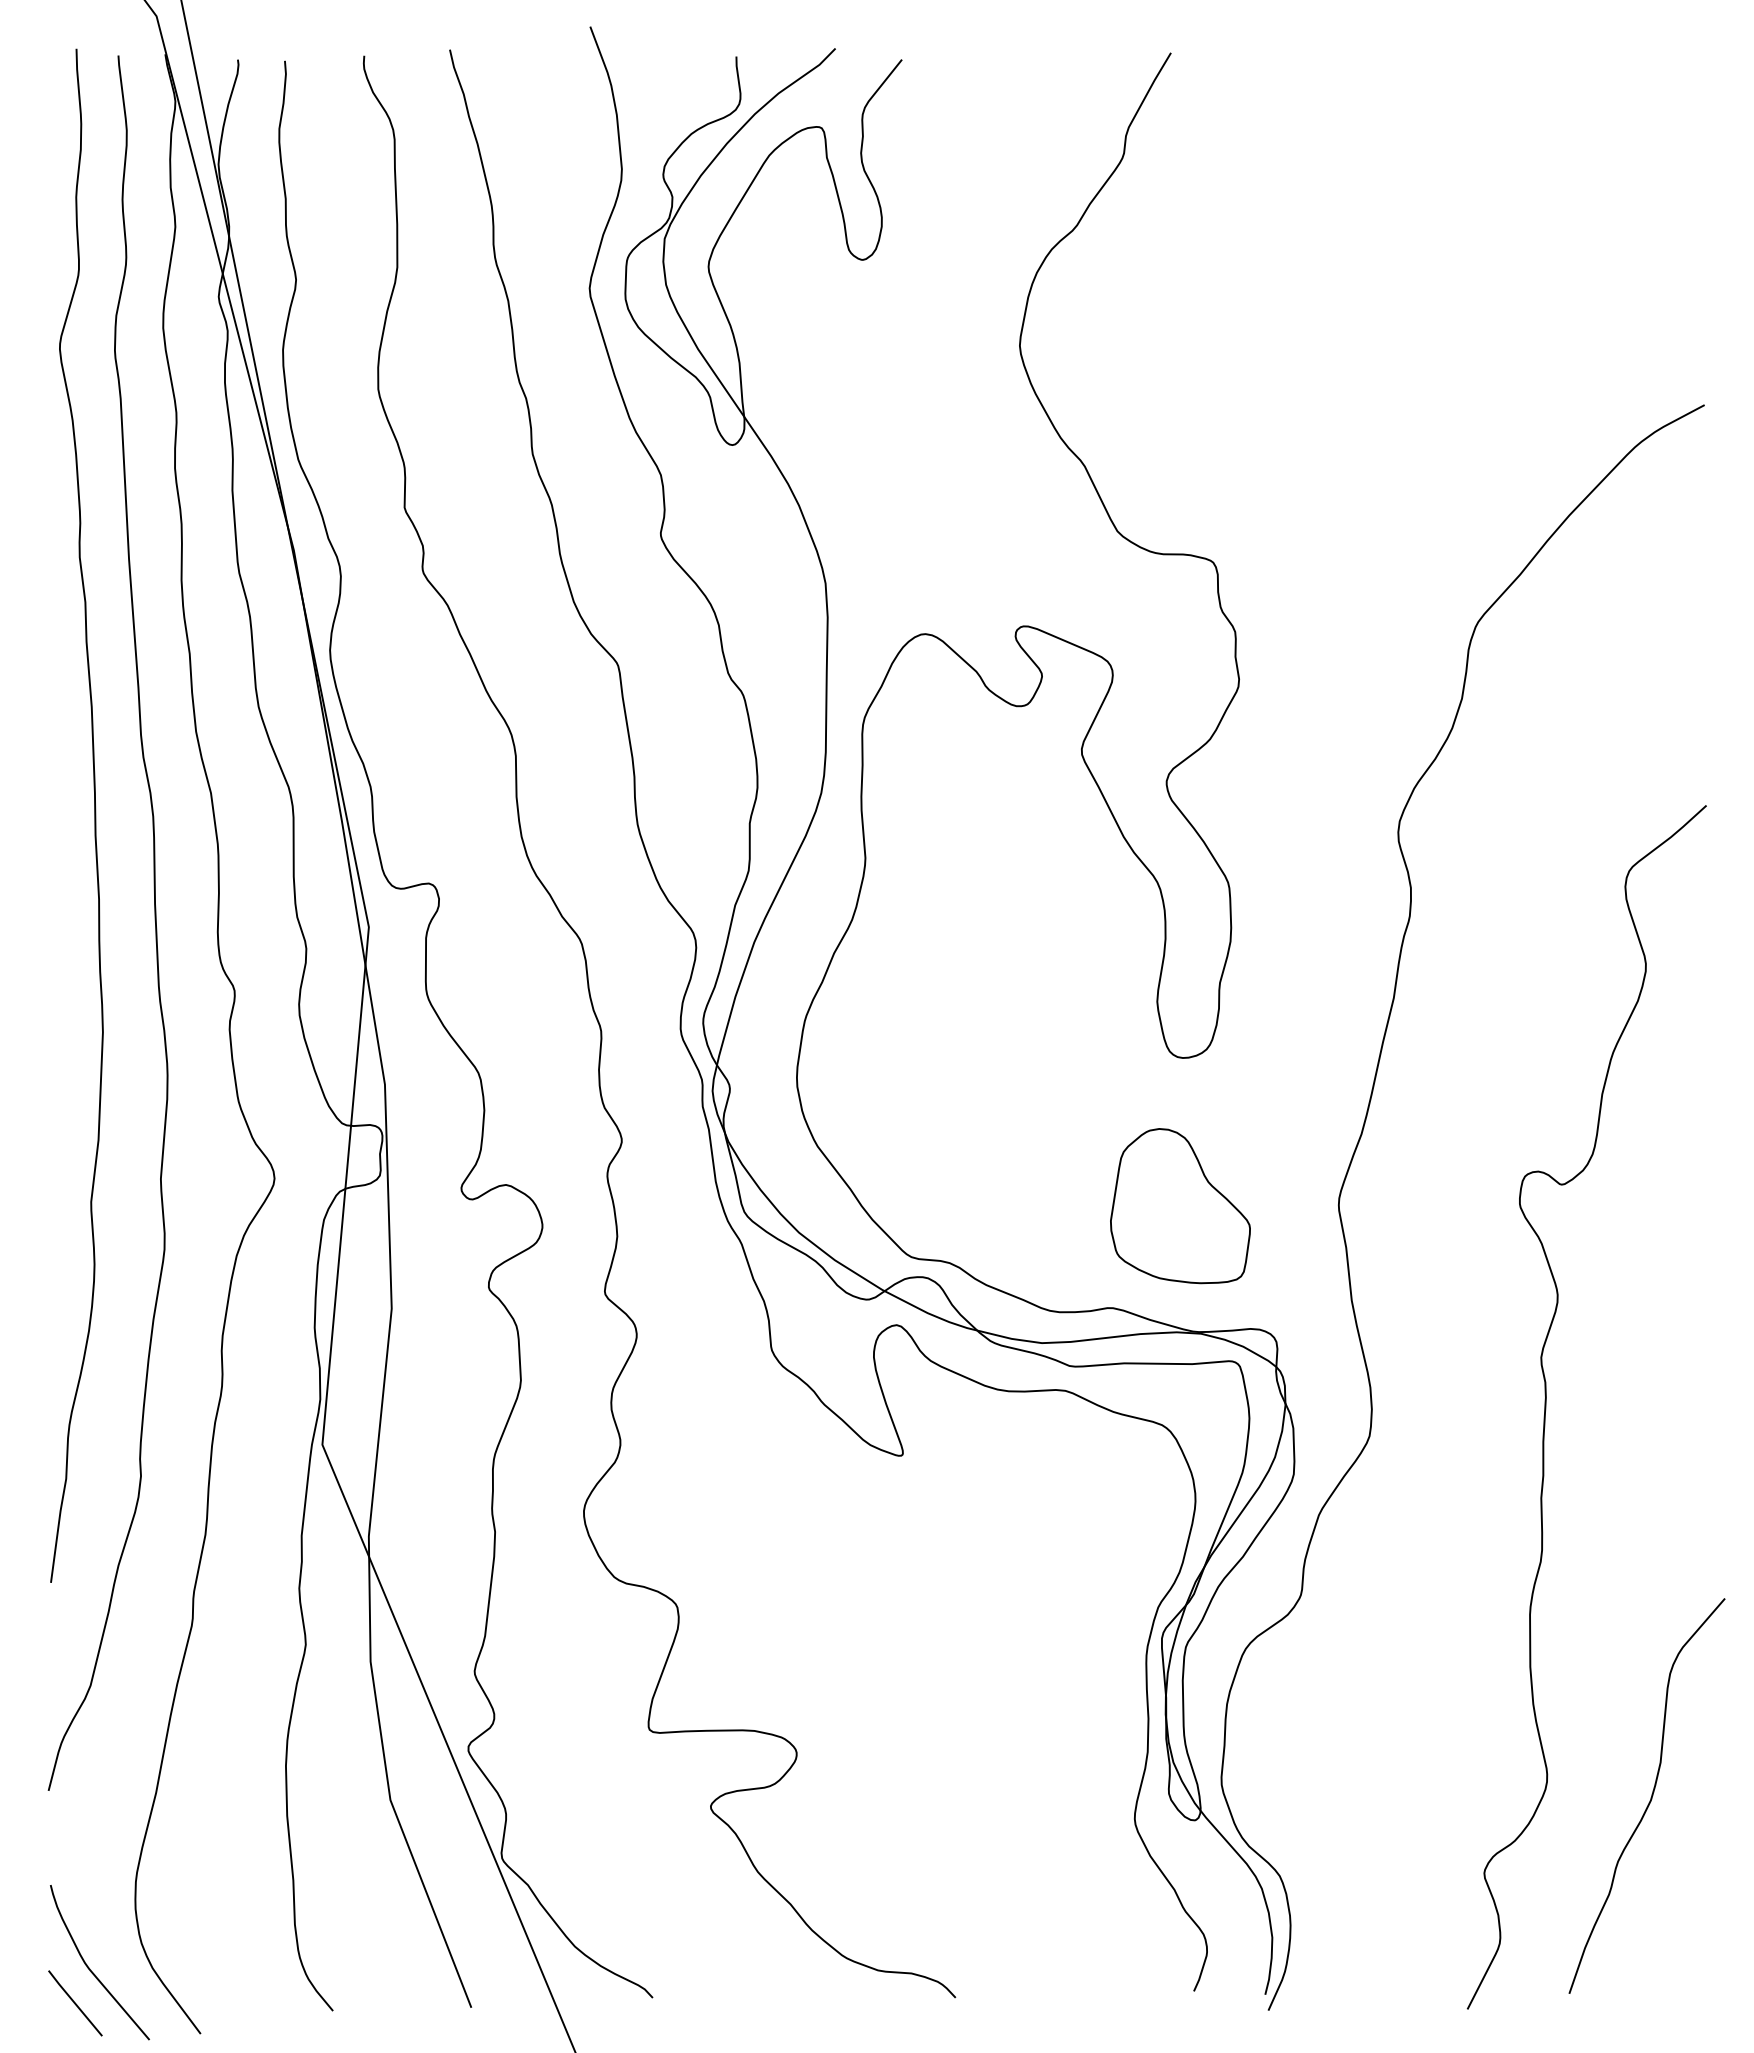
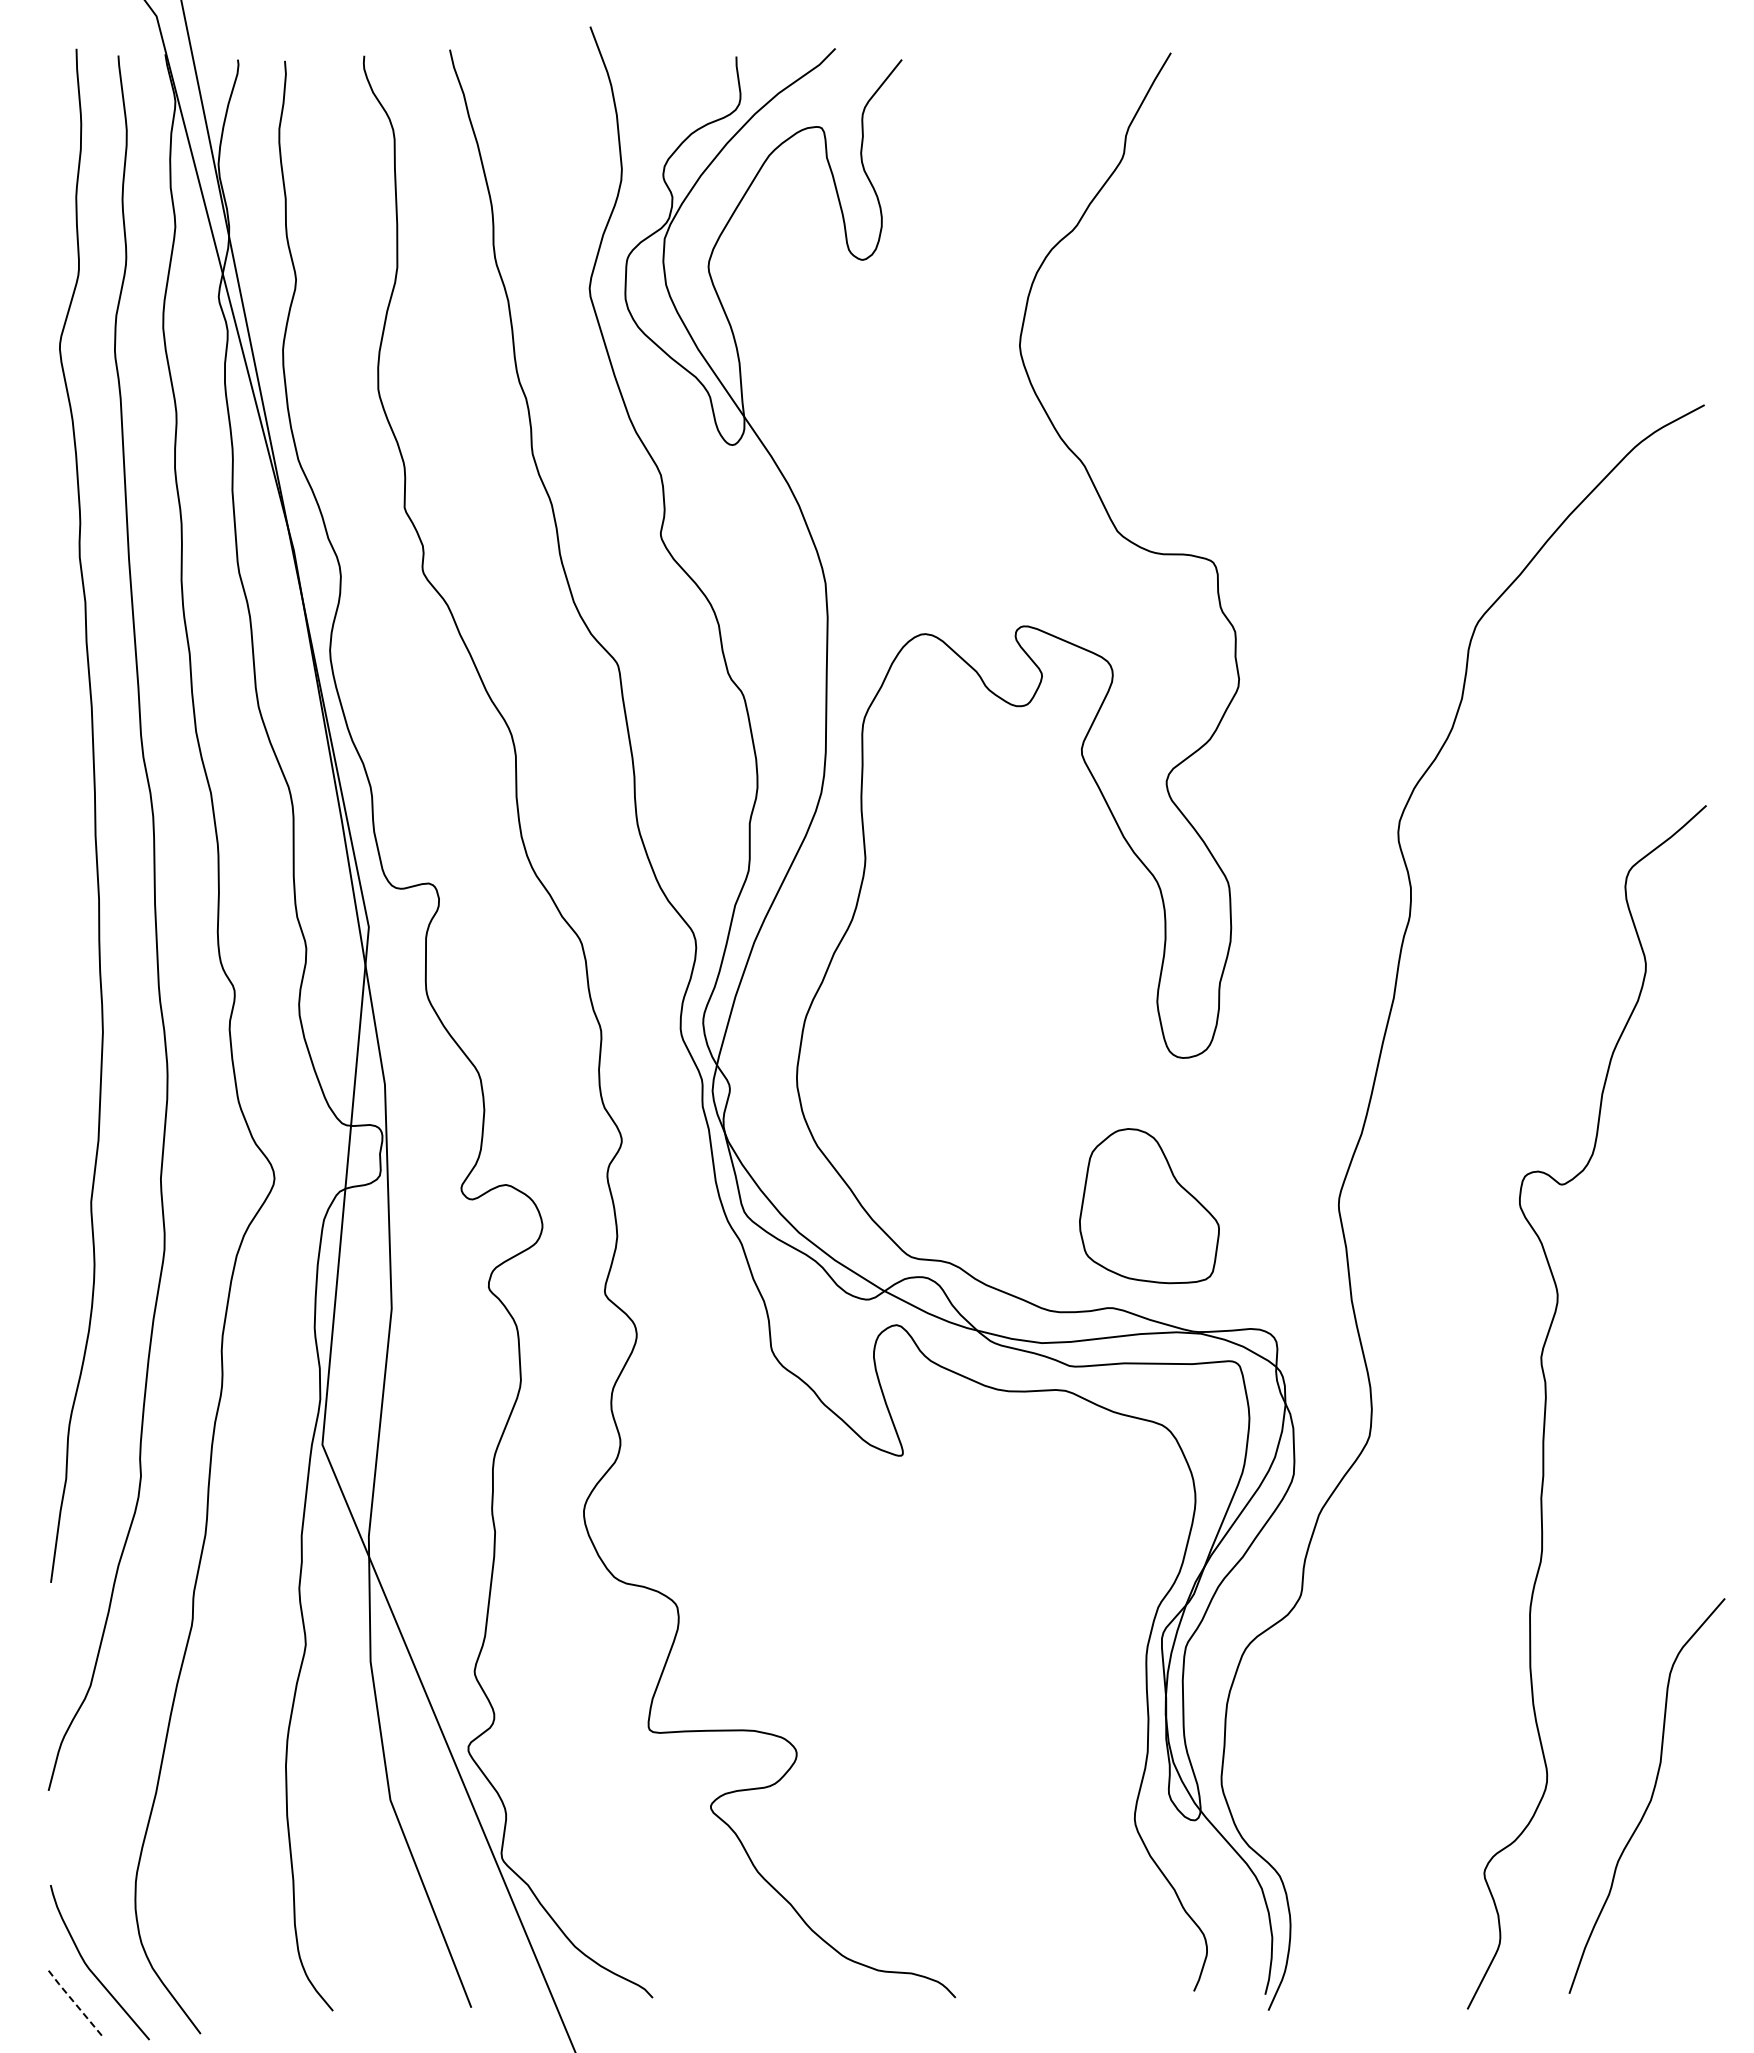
part at (1180, 1206) position: (1180, 1206) -> (1149, 1206)
line at (75, 2003): solid -> dashed
